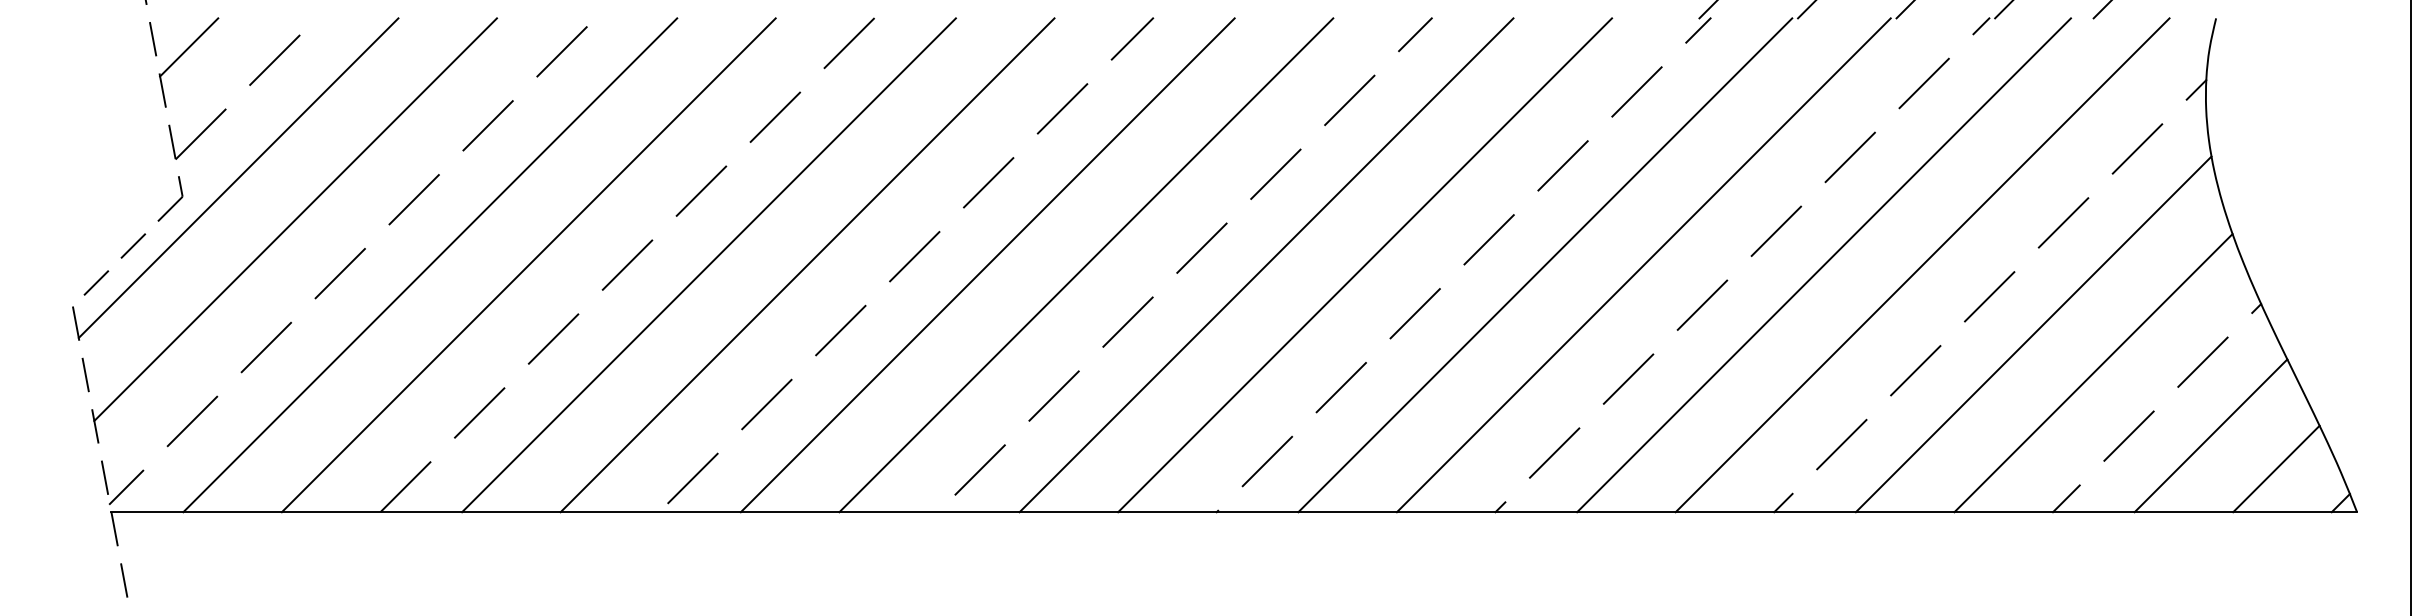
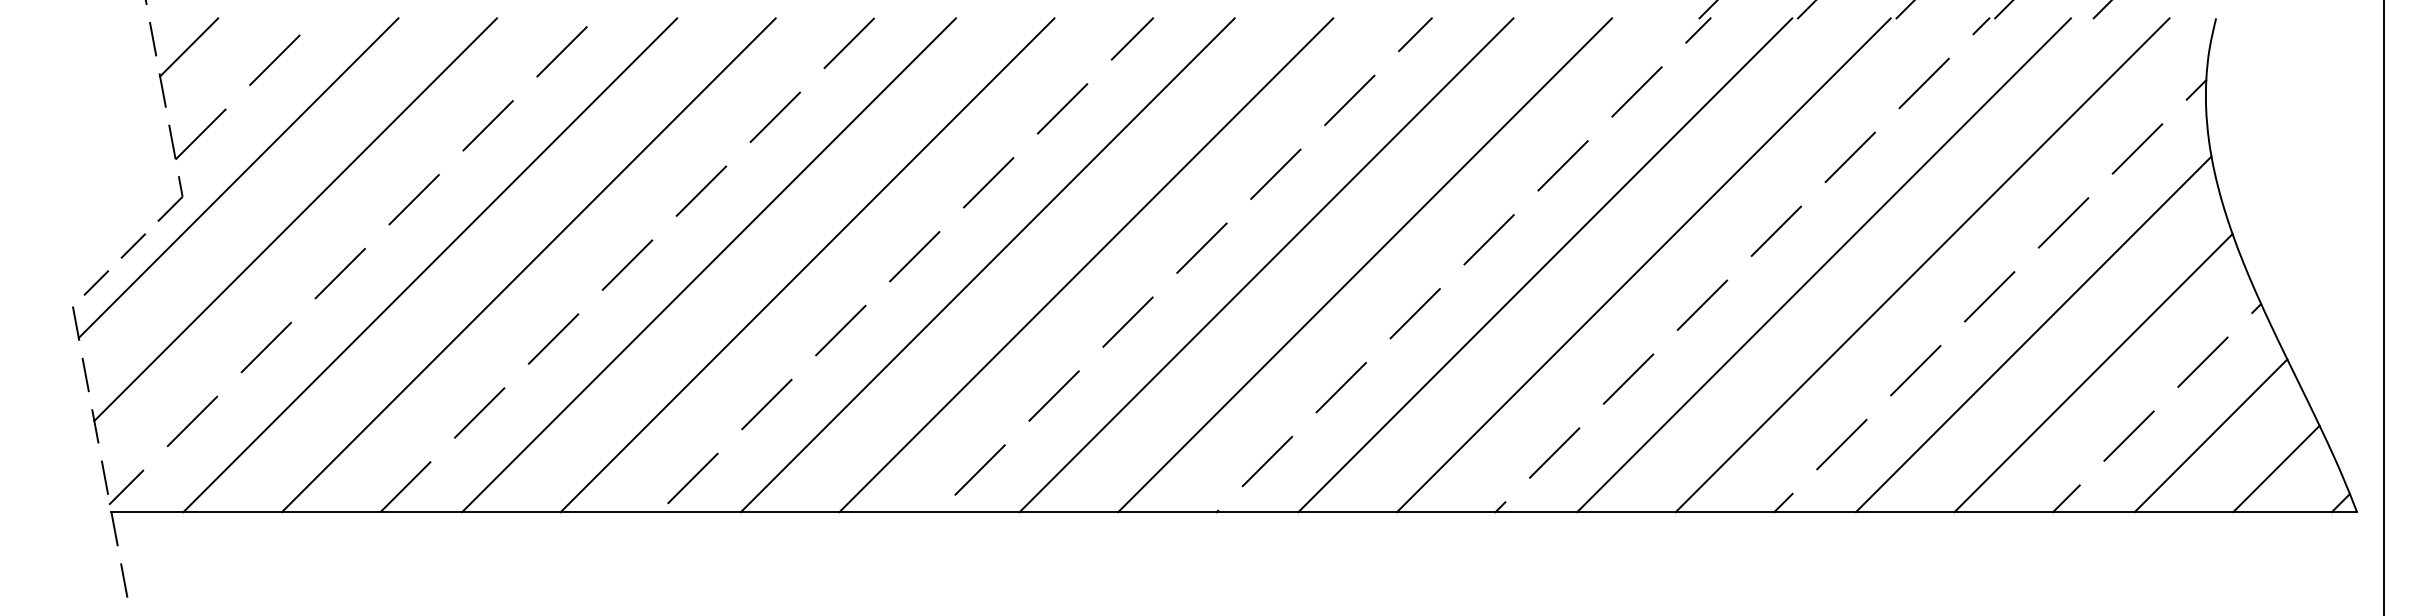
line at (2411, 307) position: (2411, 307) -> (2384, 307)
